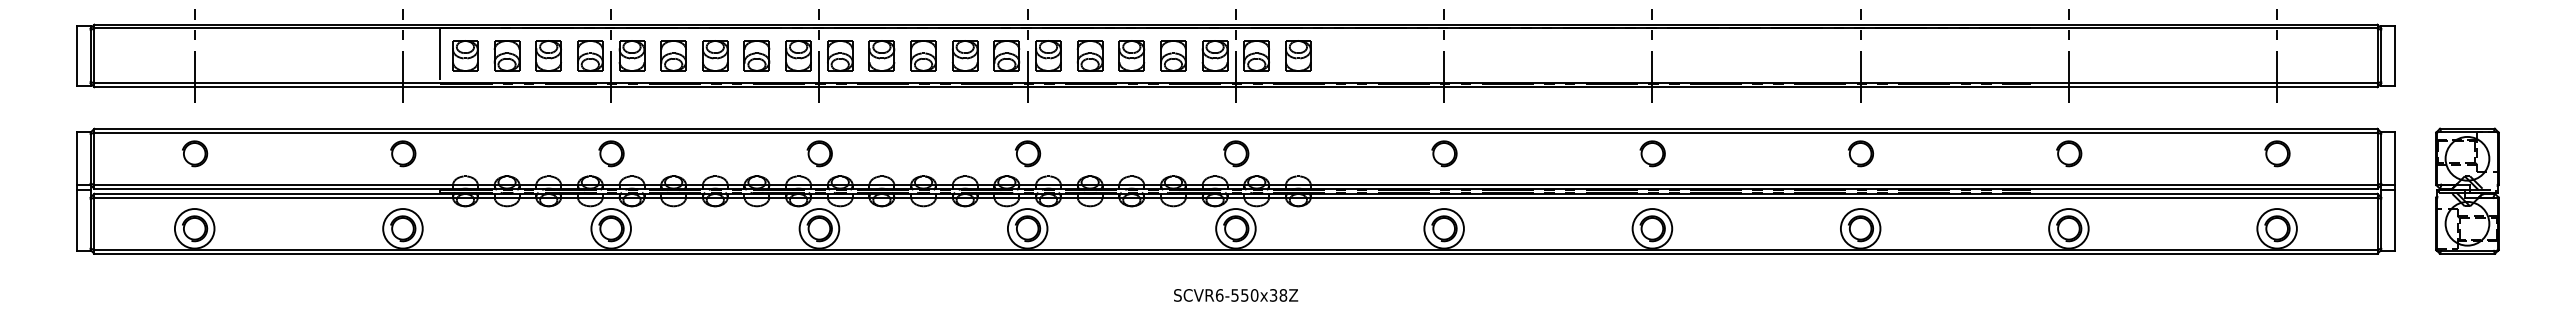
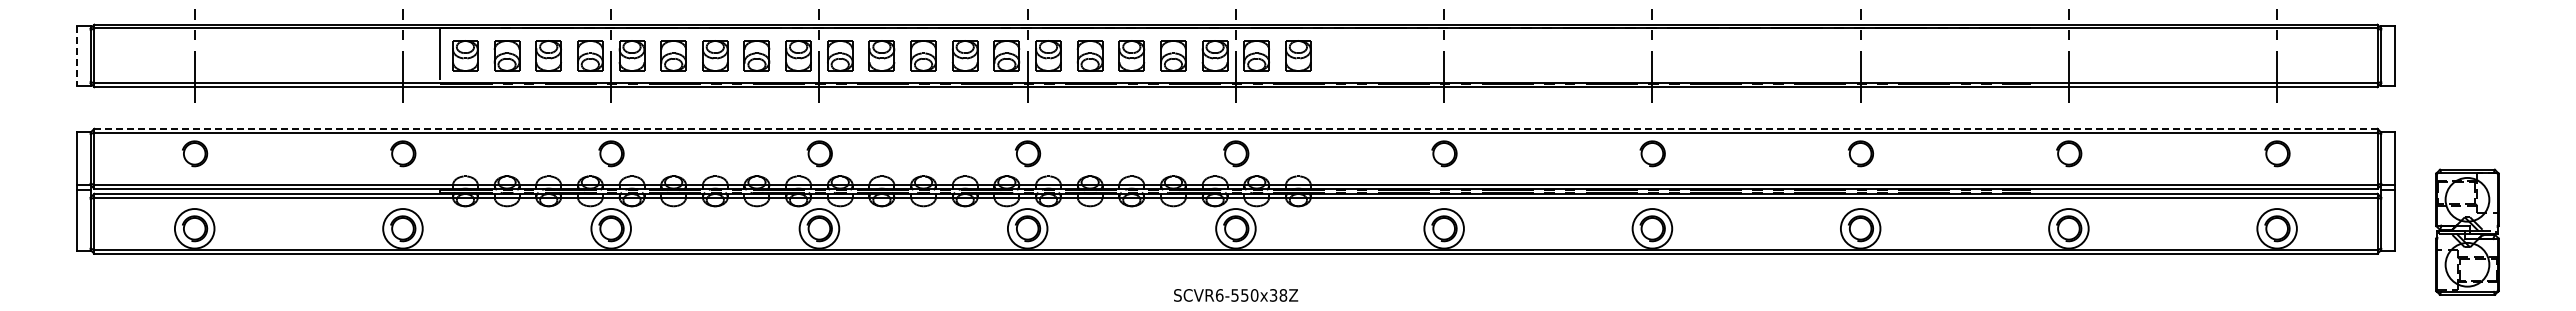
line at (77, 56): solid -> dashed
line at (1235, 128): solid -> dashed
part at (2467, 190) position: (2467, 190) -> (2467, 231)
